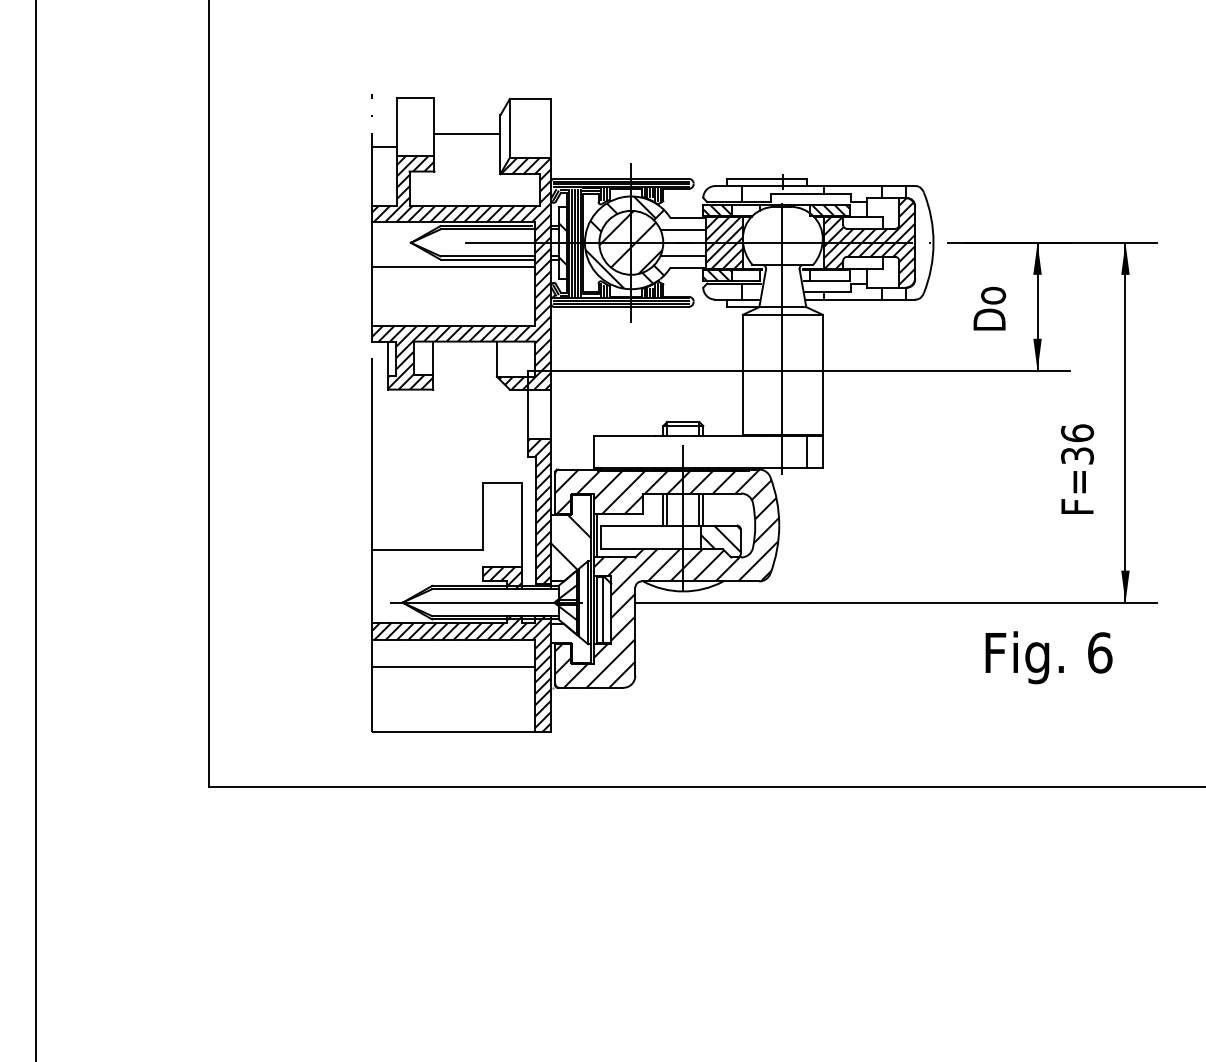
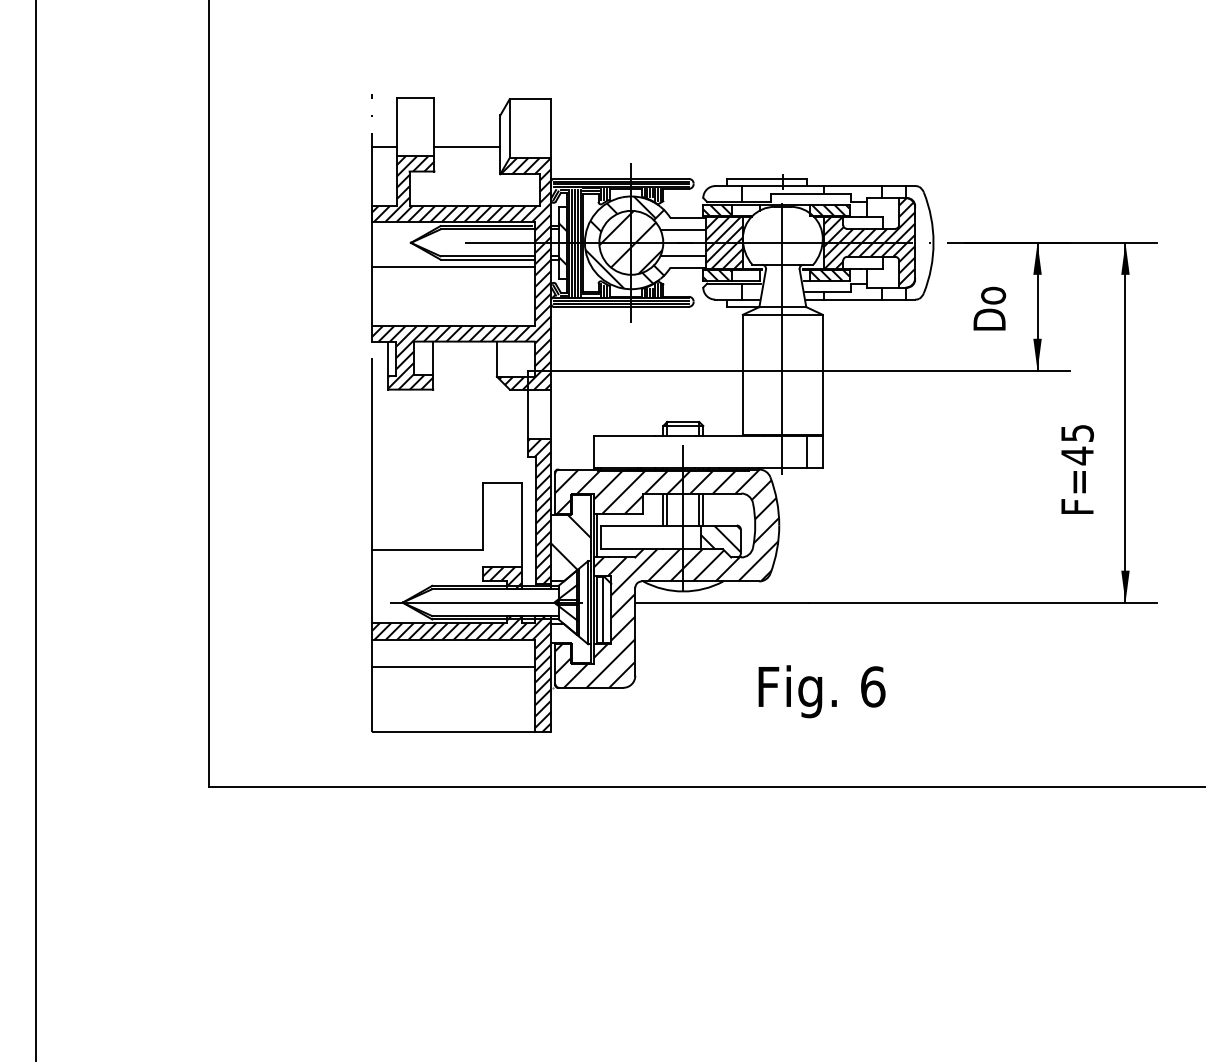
line at (467, 134) position: (467, 134) -> (467, 147)
hatch at (829, 274): none -> present
text at (1077, 444): F=36 -> F=45
text at (1048, 657) position: (1048, 657) -> (821, 691)
